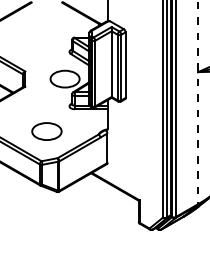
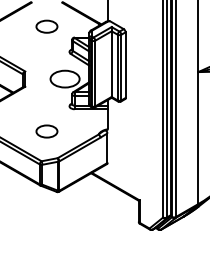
part at (46, 26): none -> present
line at (198, 102): dashed -> solid
part at (46, 131) size: 32x19 px -> 24x15 px
